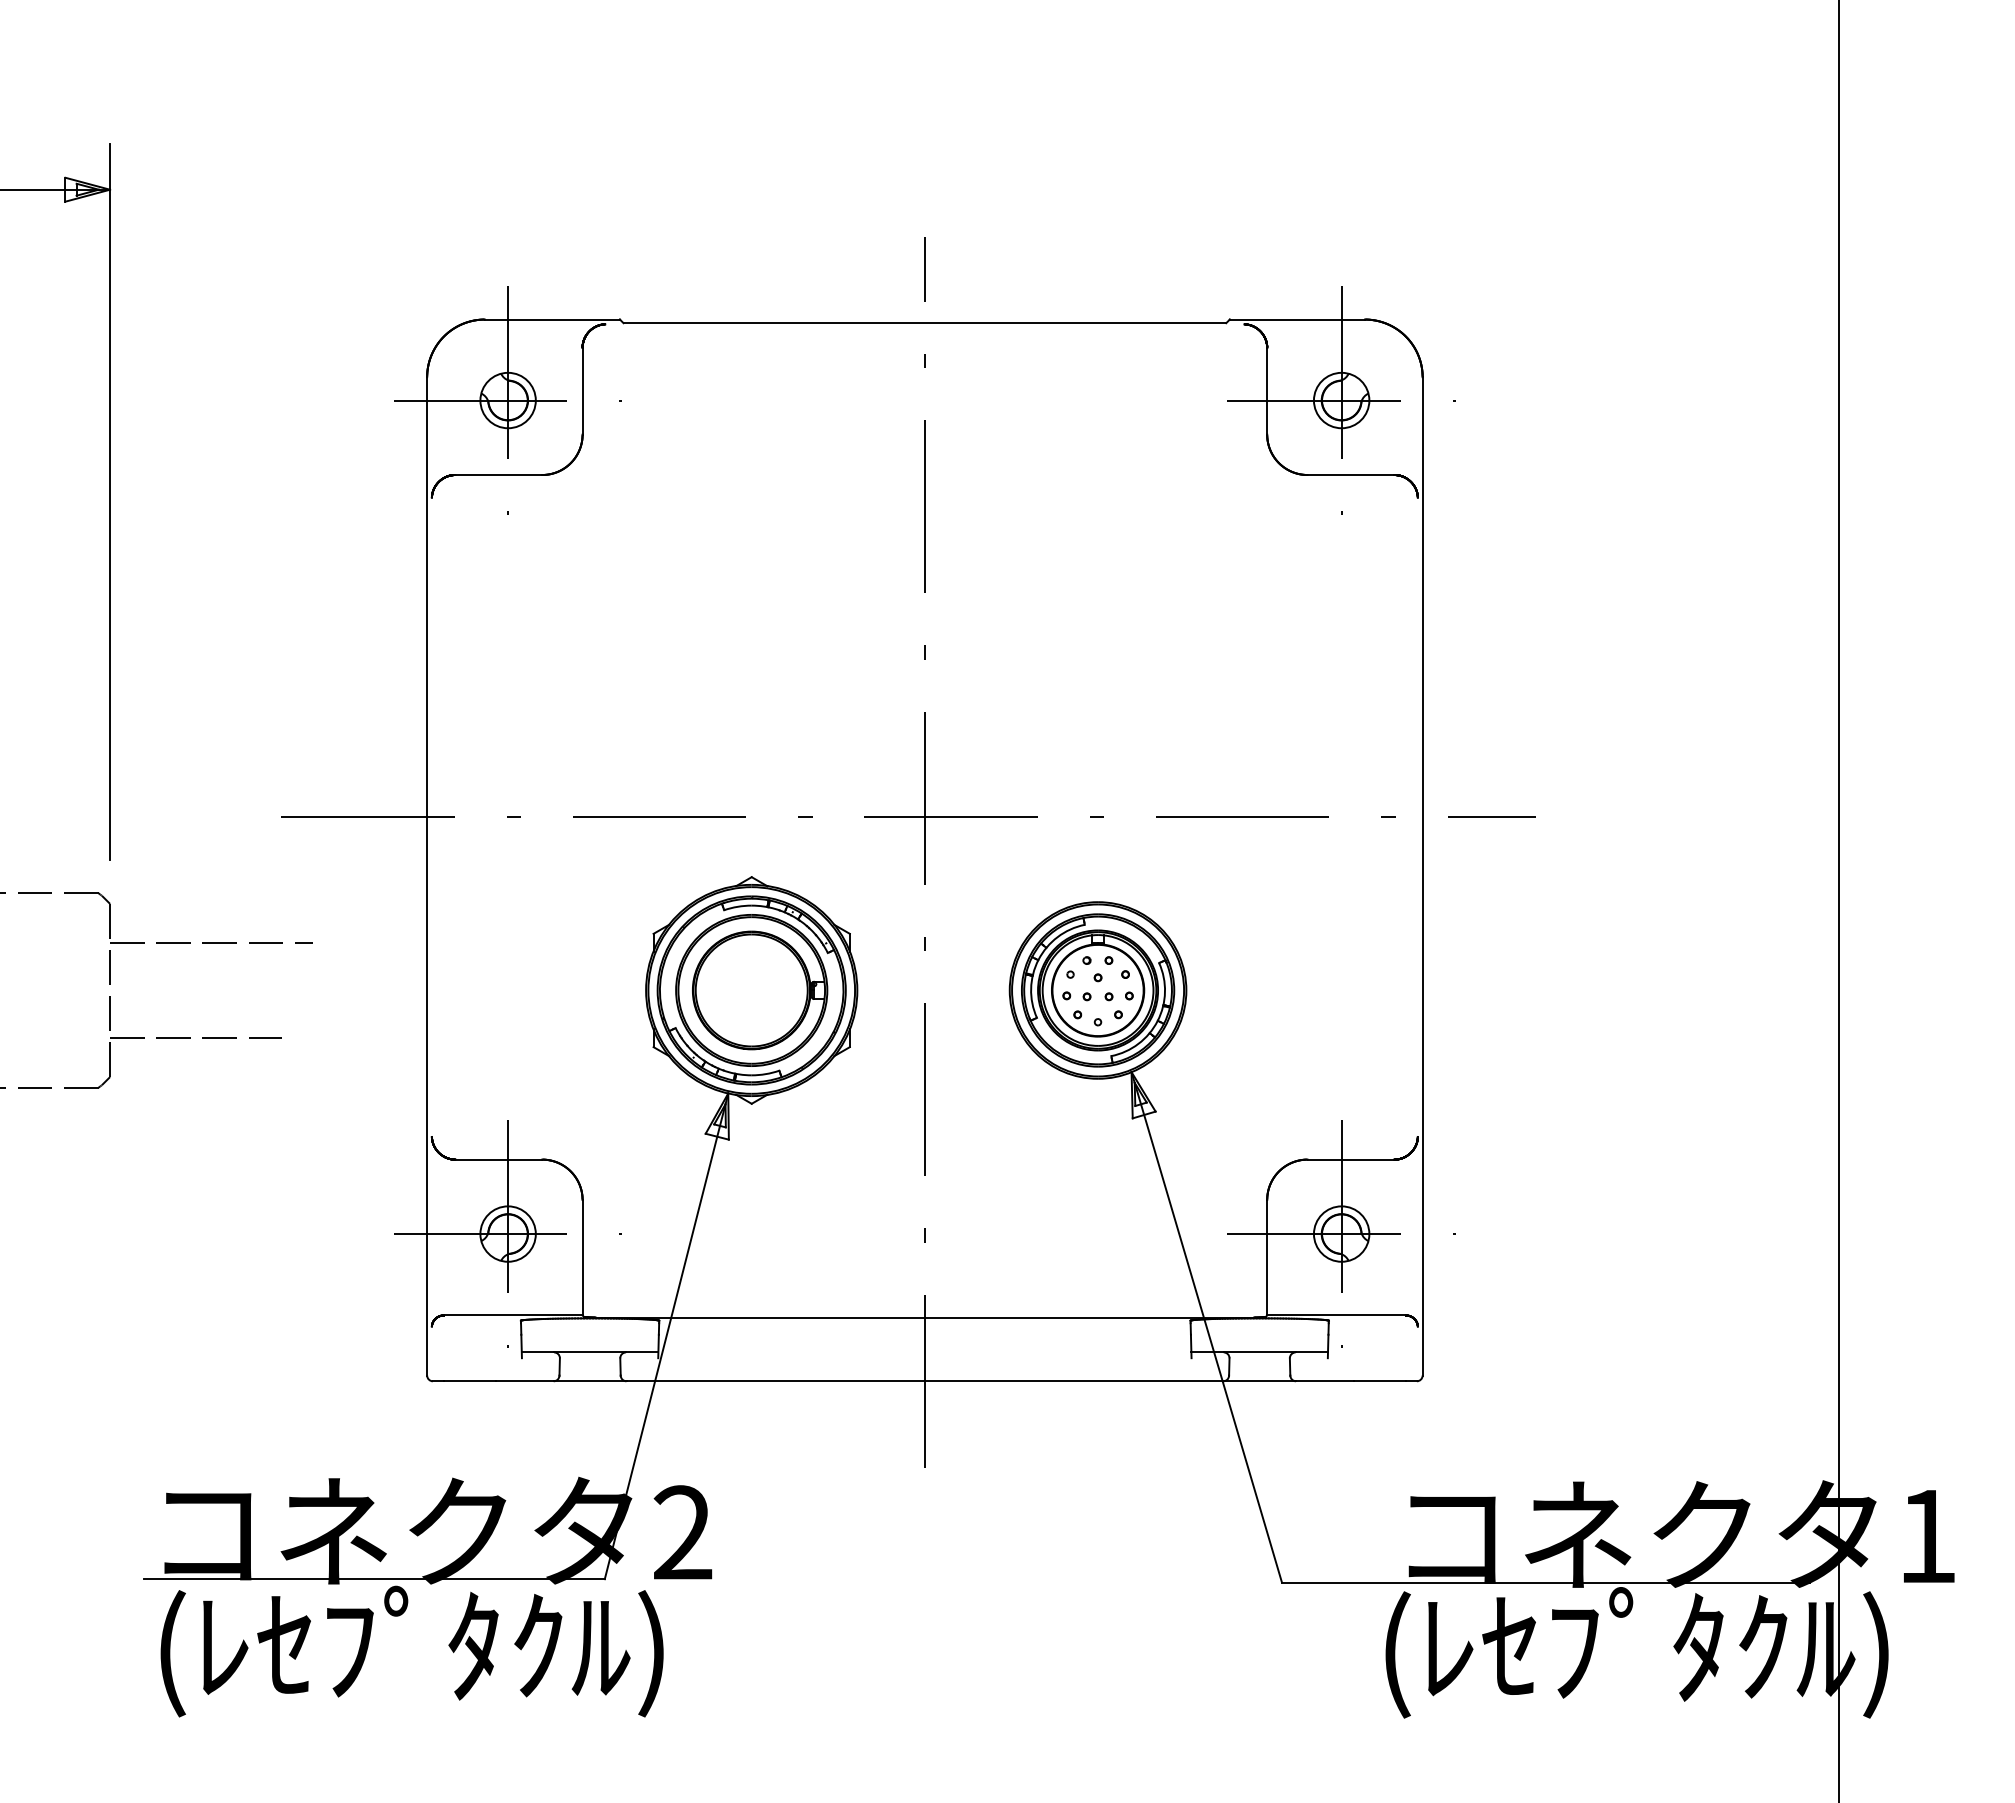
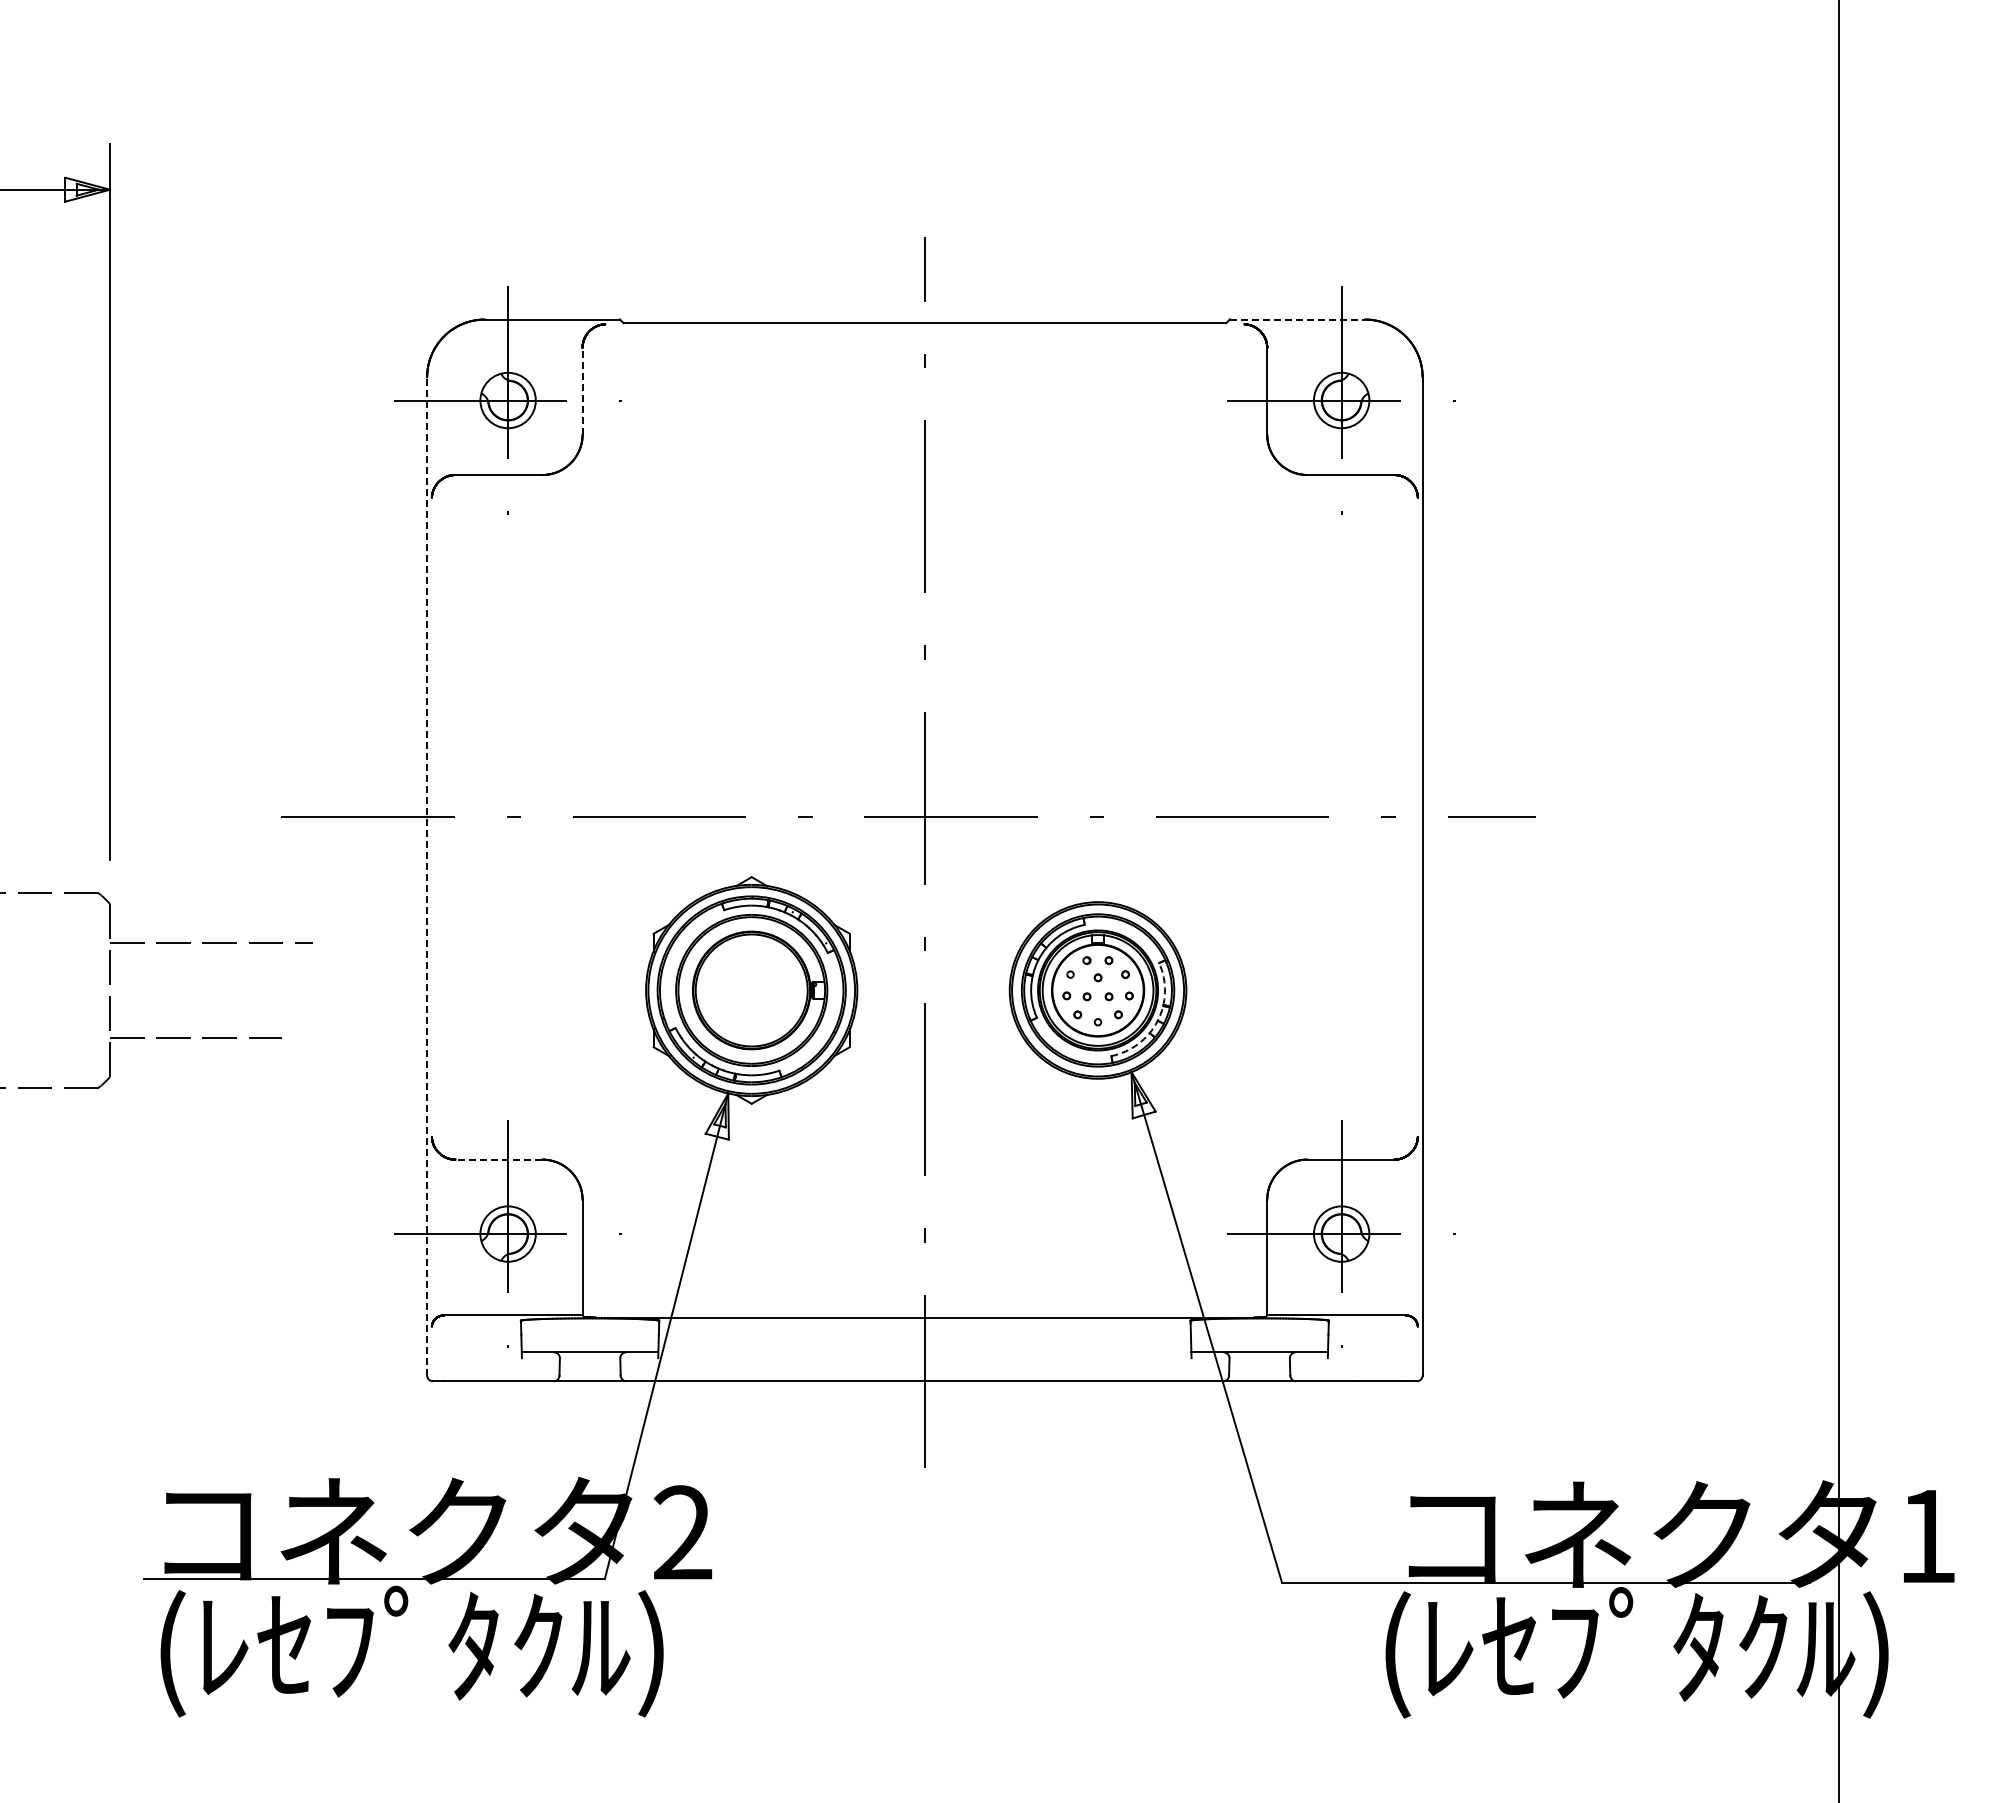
line at (1297, 319): solid -> dashed
line at (582, 390): solid -> dashed
line at (427, 875): solid -> dashed
arc at (1157, 1021): solid -> dashed
line at (498, 1159): solid -> dashed
